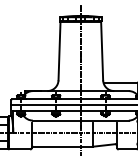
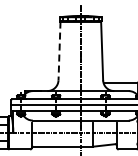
line at (59, 51): solid -> dashed
